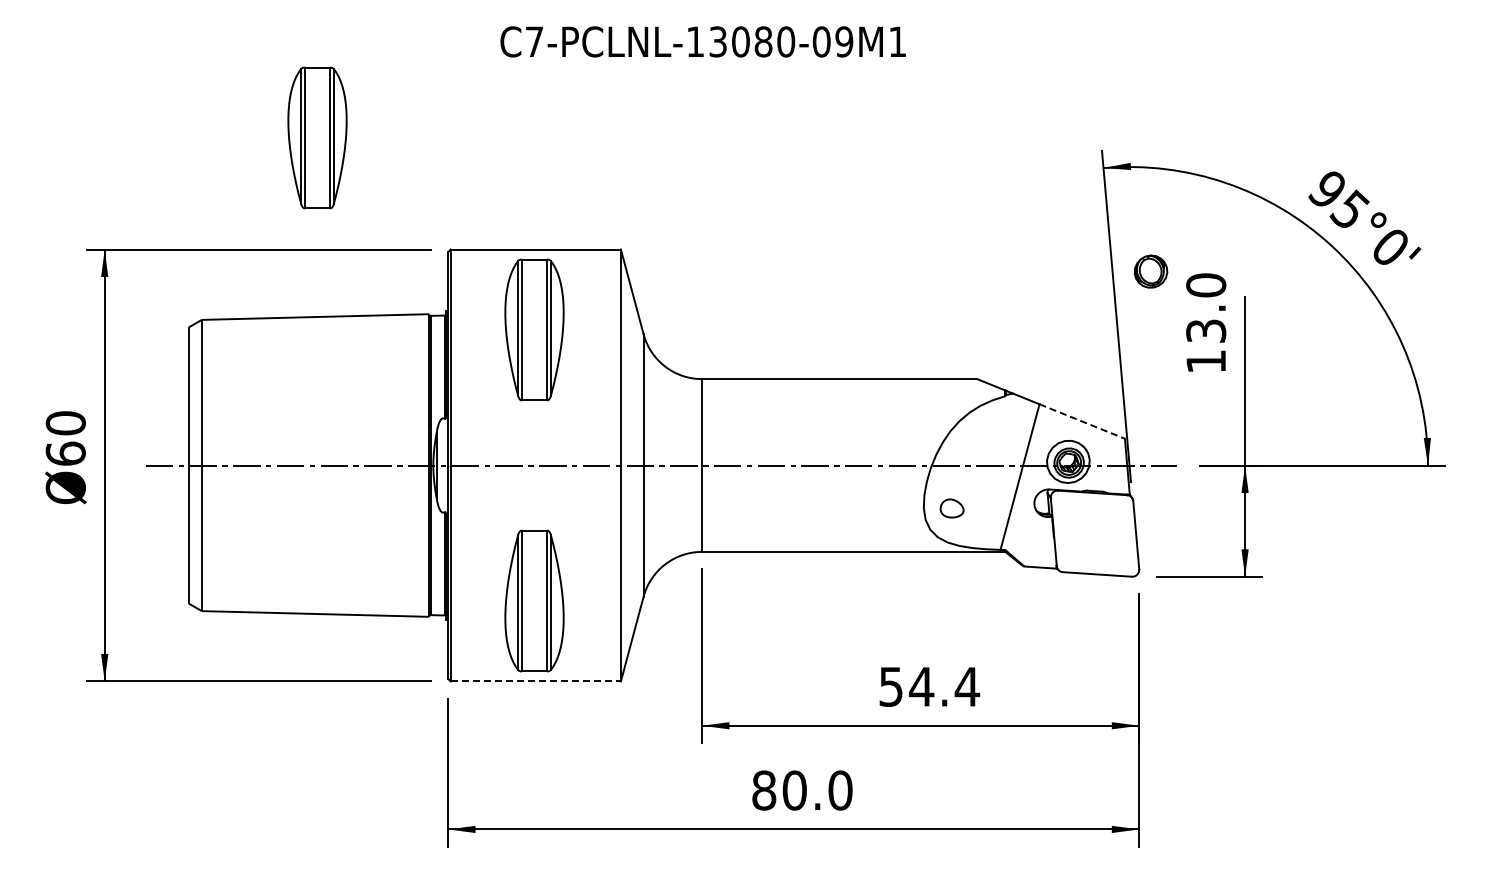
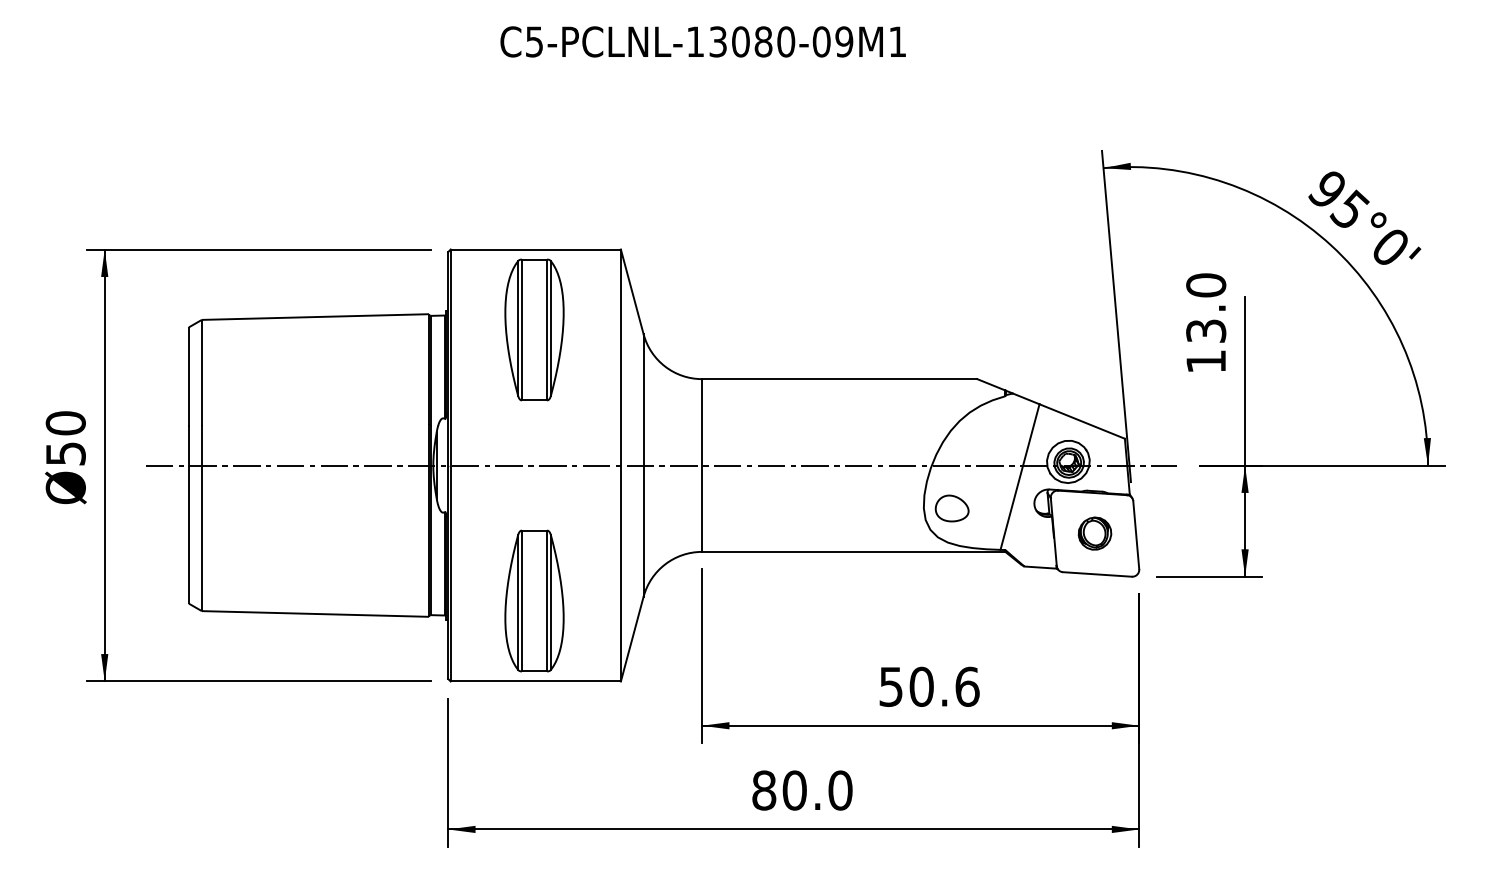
text at (534, 41): C7-PCLNL-13080-09M1 -> C5-PCLNL-13080-09M1
part at (317, 137): present -> none
part at (1150, 271) position: (1150, 271) -> (1094, 533)
line at (1082, 421): dashed -> solid
text at (65, 453): Ø60 -> Ø50
part at (951, 508) size: 26x21 px -> 36x29 px
line at (536, 681): dashed -> solid
text at (944, 686): 54.4 -> 50.6
